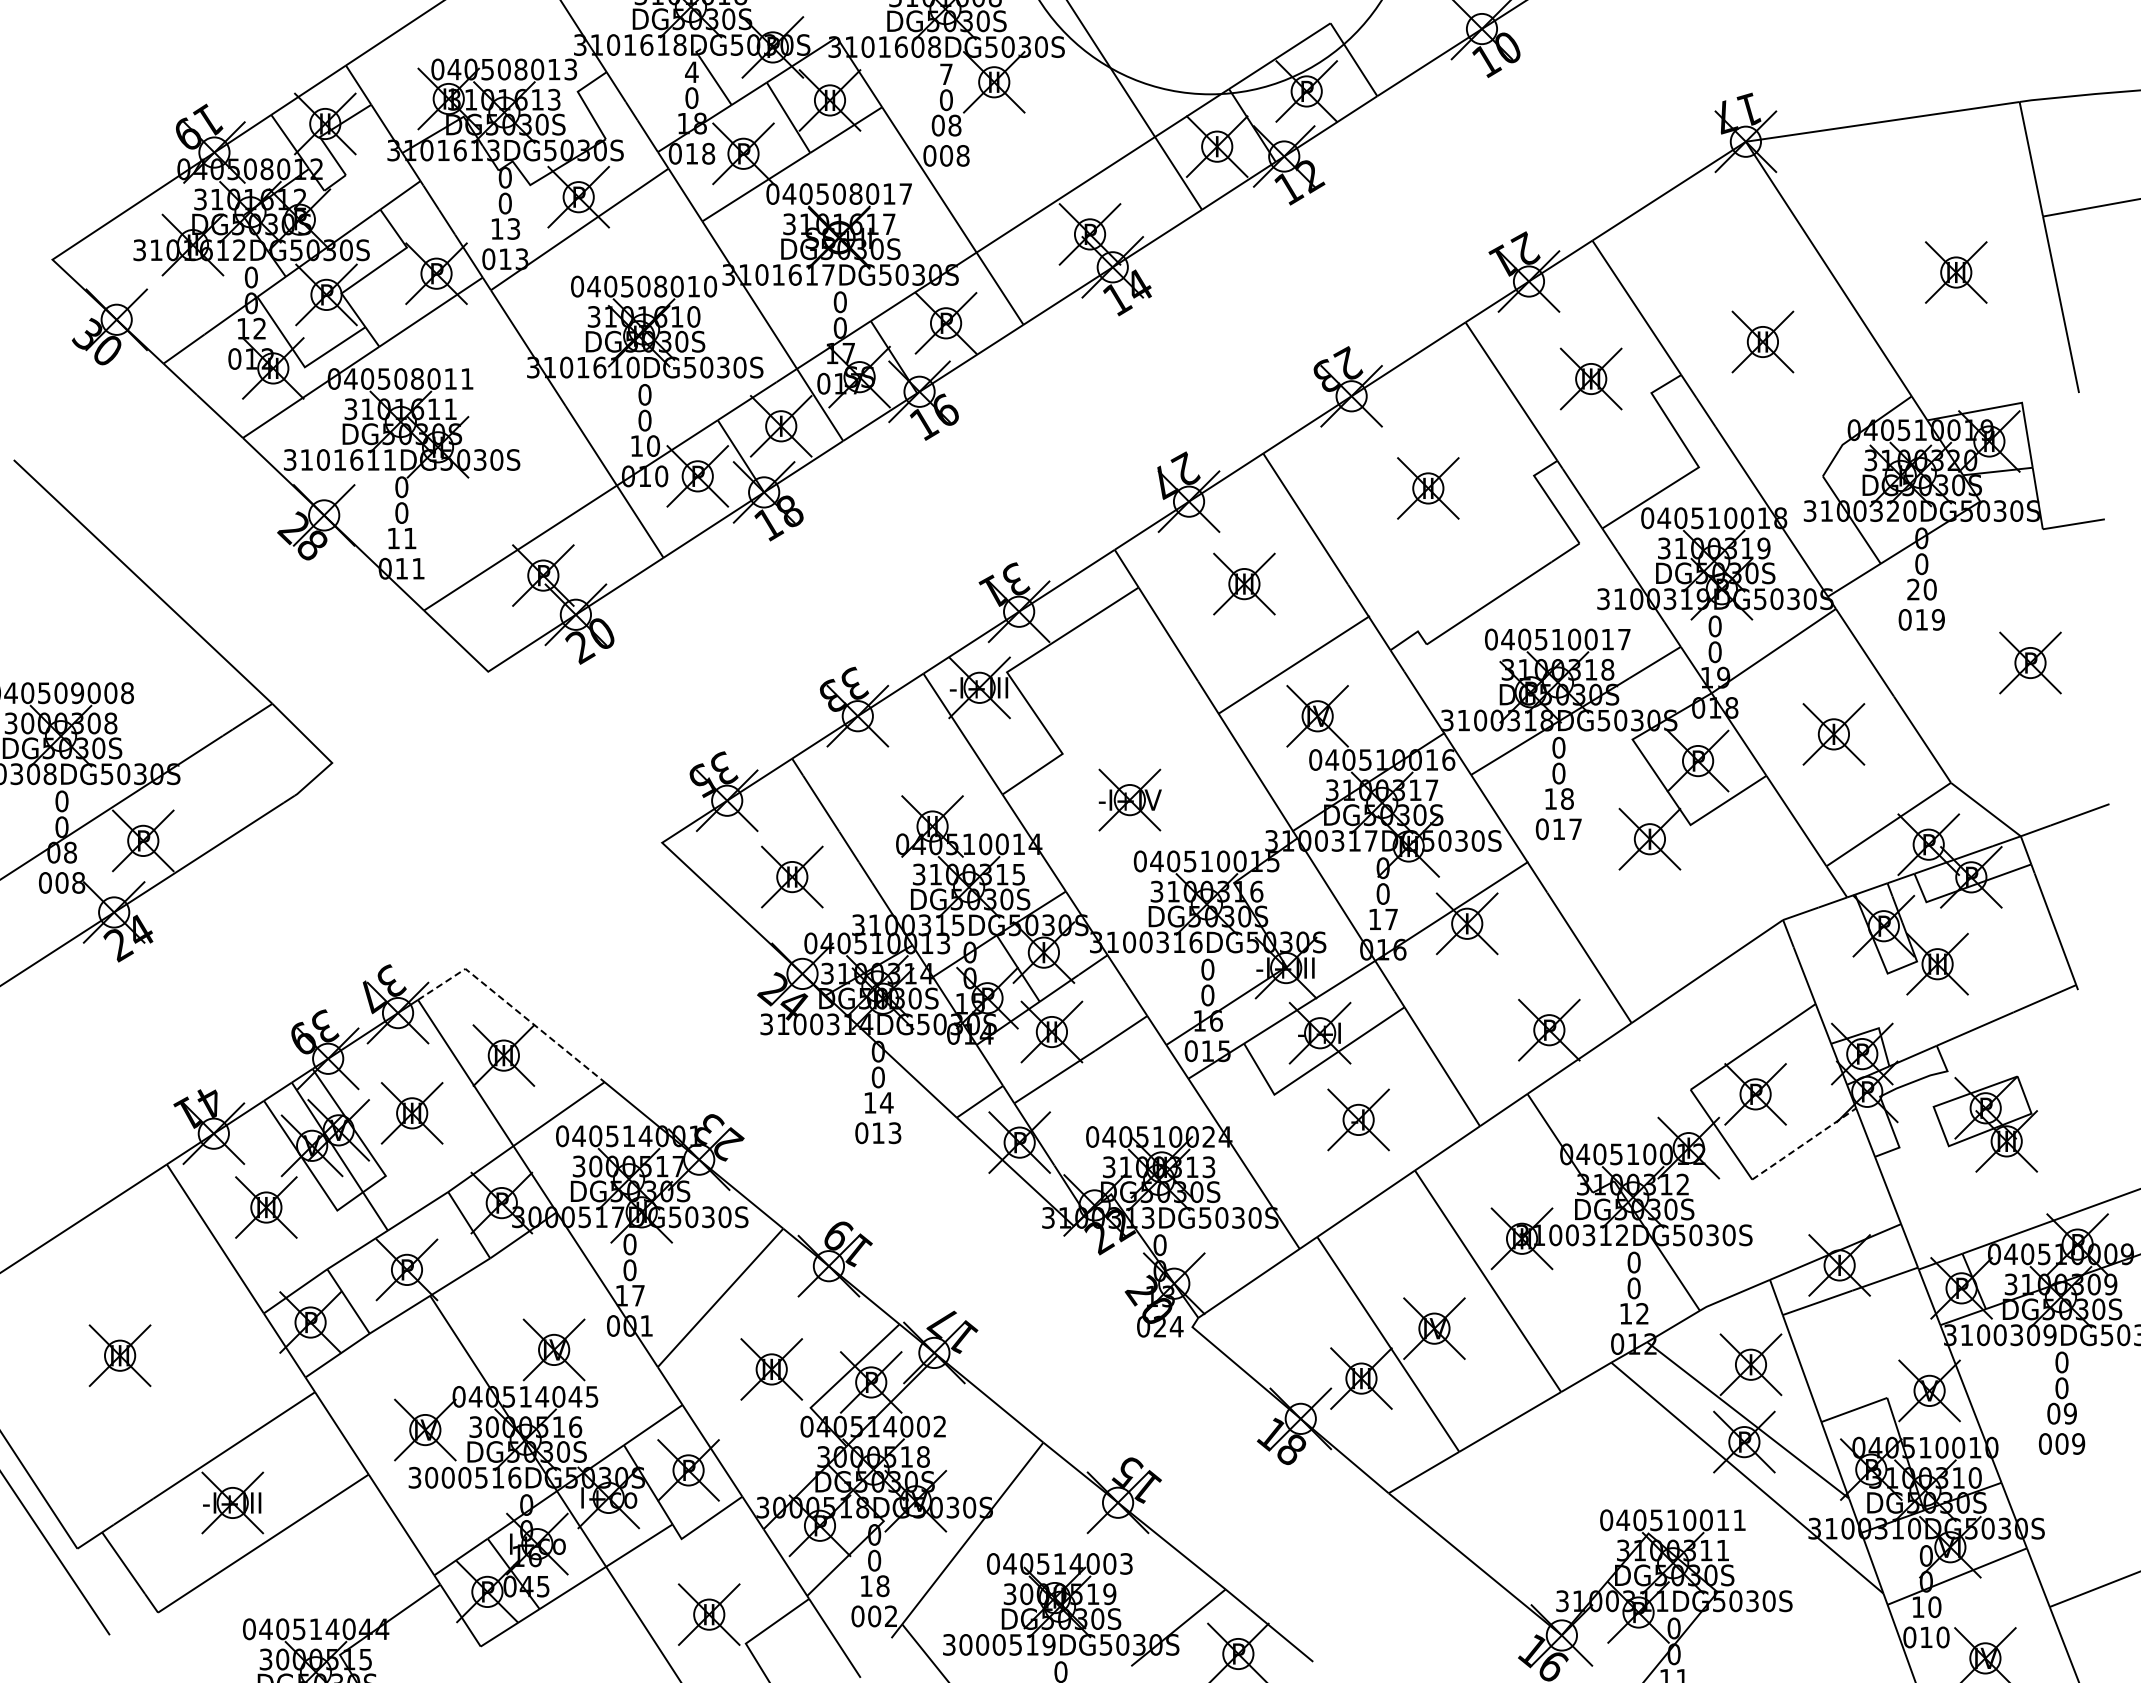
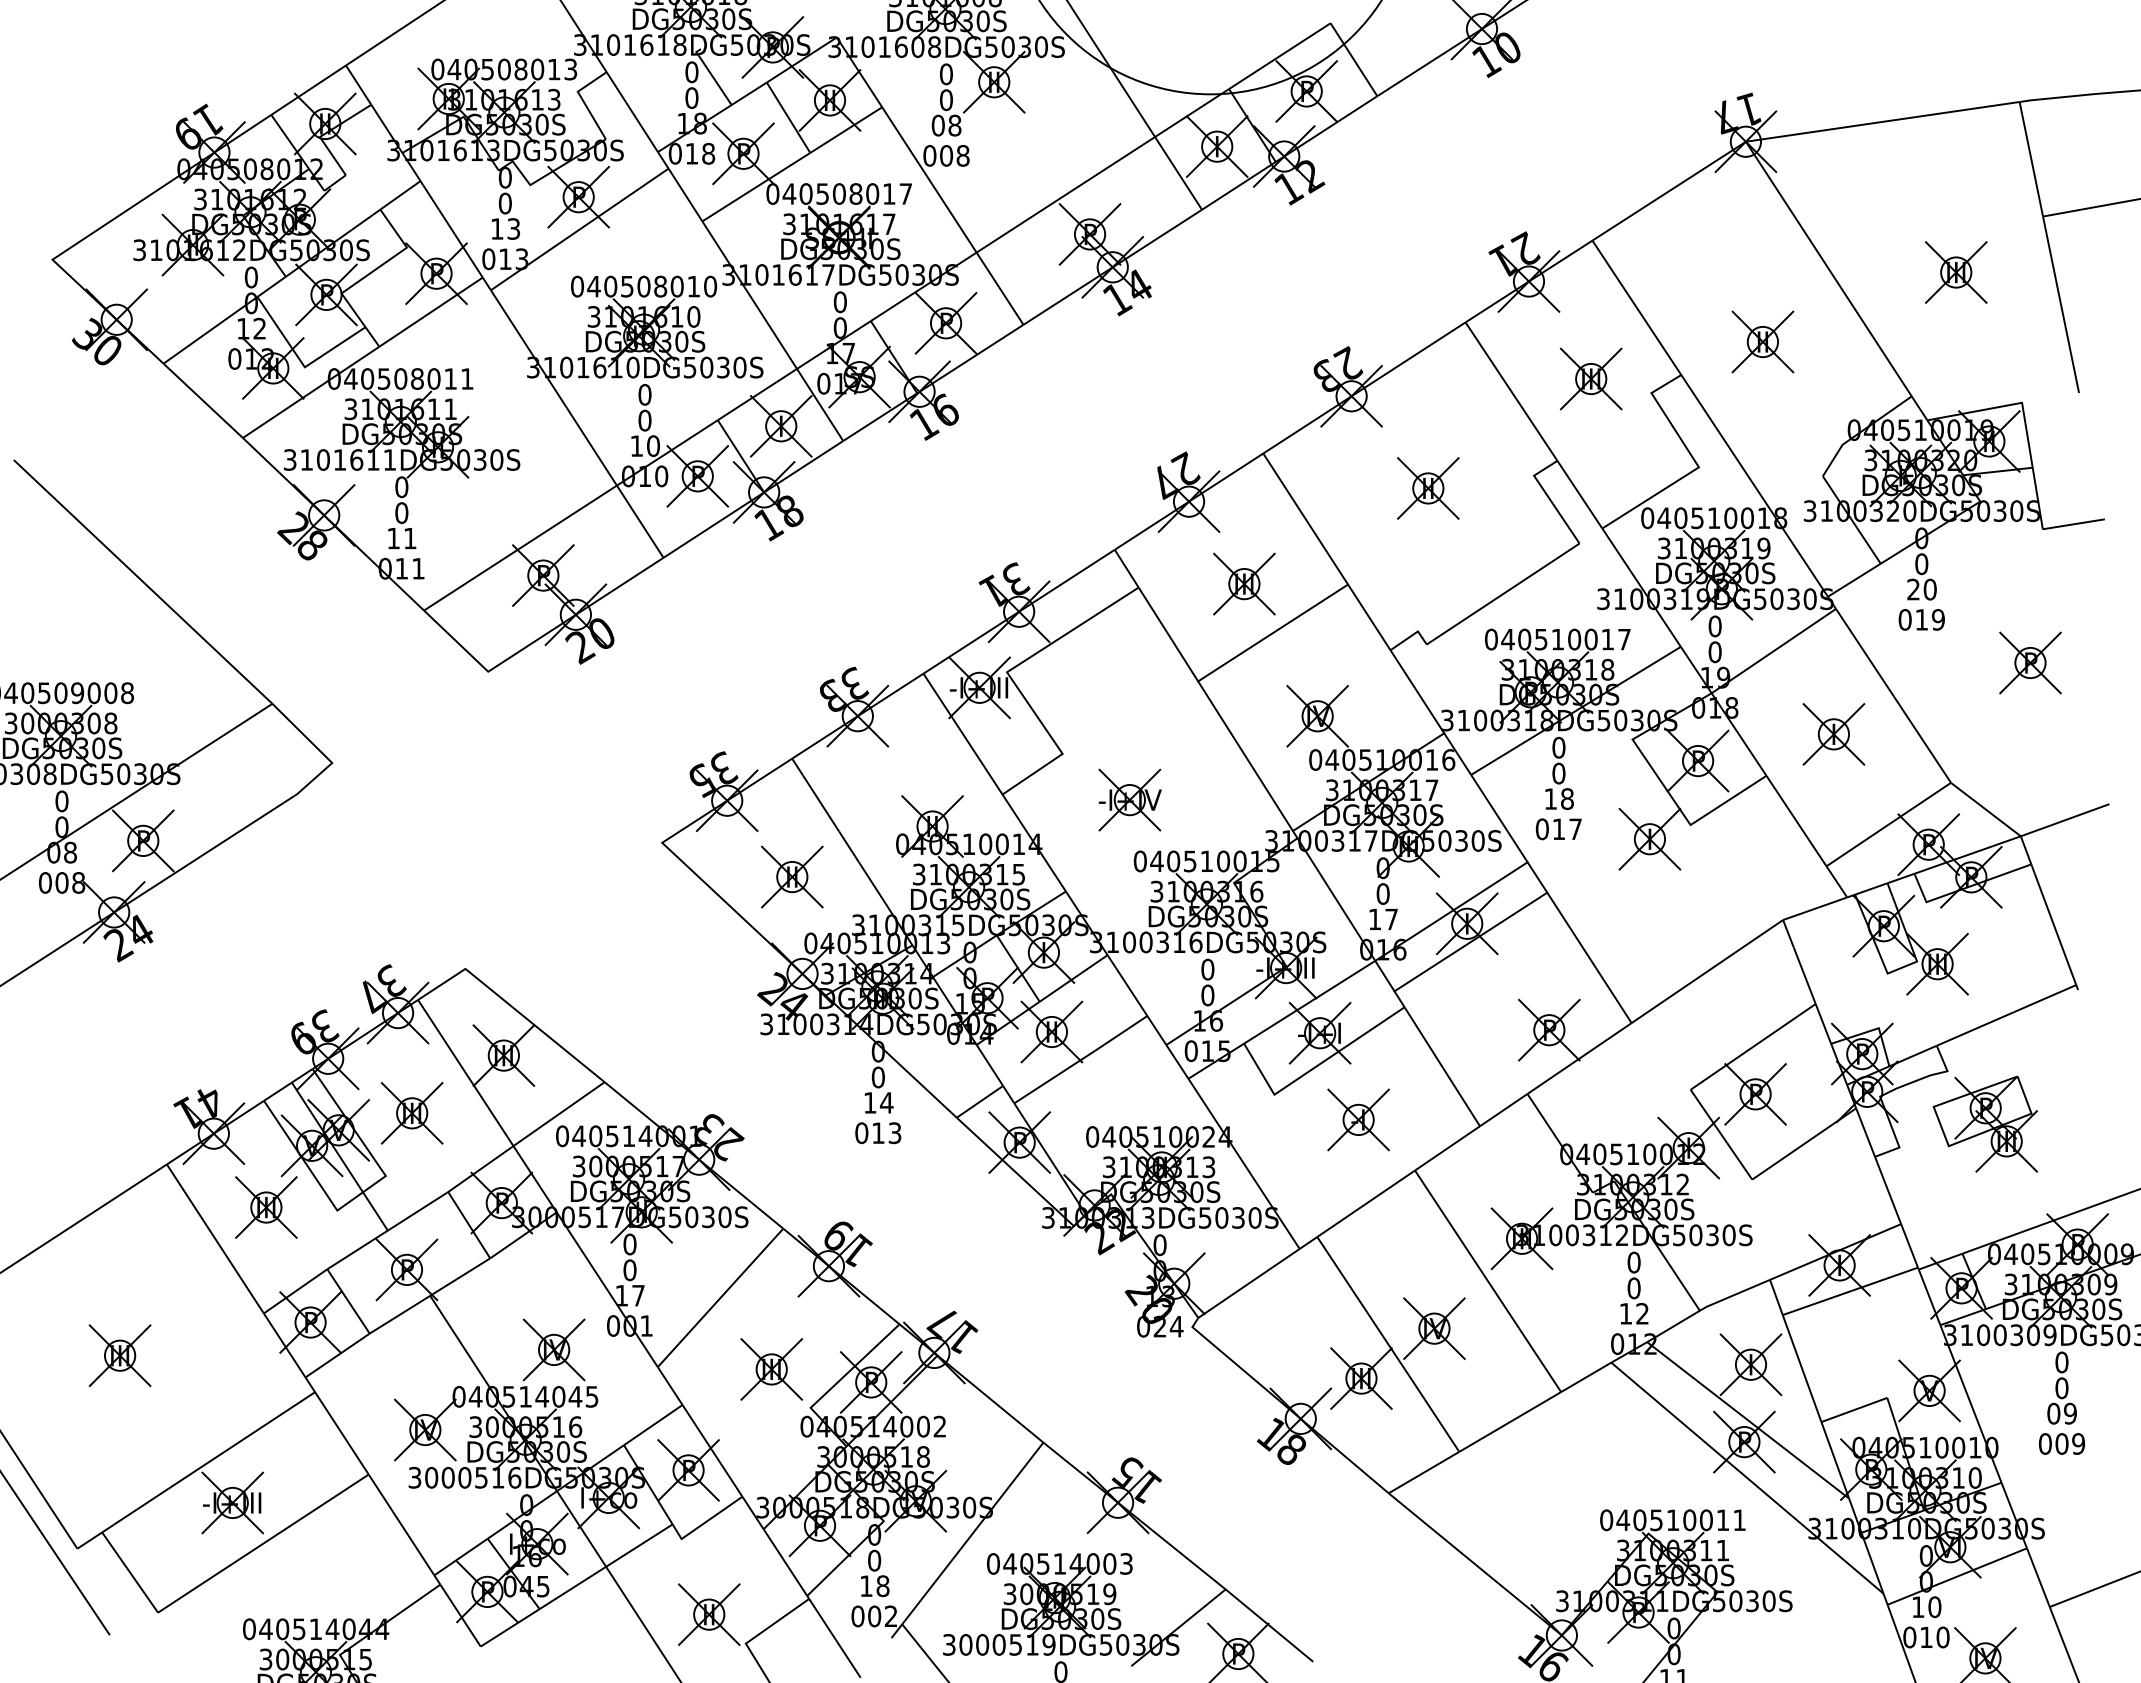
text at (691, 72): 4 -> 0
text at (946, 74): 7 -> 0
line at (1294, 664) position: (1294, 664) -> (1273, 632)
line at (1470, 941): none -> present
line at (512, 1007): dashed -> solid
line at (1804, 1143): dashed -> solid
